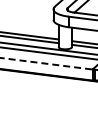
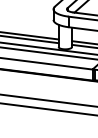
line at (46, 63): dashed -> solid
line at (48, 100): none -> present
line at (48, 109): none -> present
